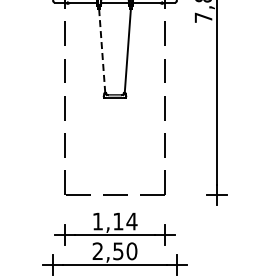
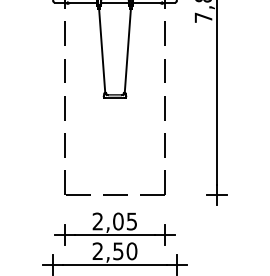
line at (102, 50): dashed -> solid
text at (114, 221): 1,14 -> 2,05
